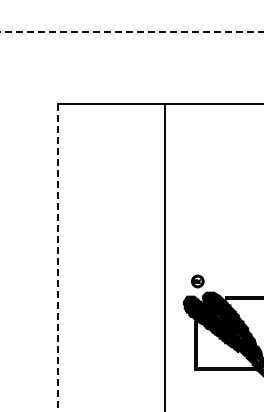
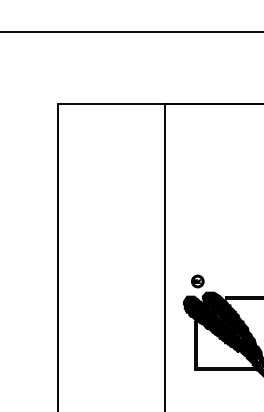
line at (131, 32): dashed -> solid
line at (58, 257): dashed -> solid
